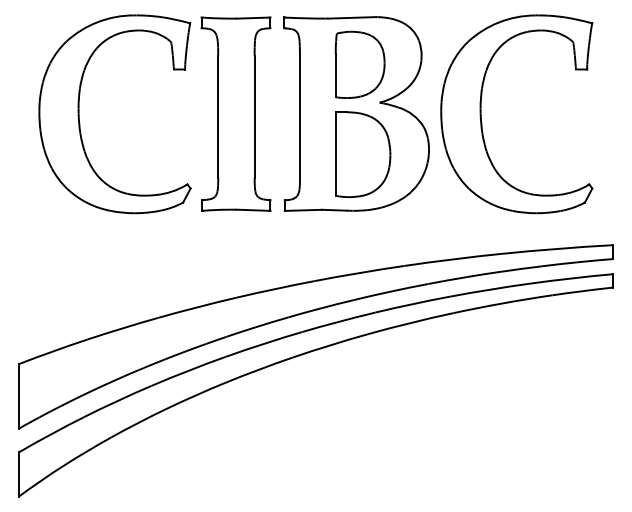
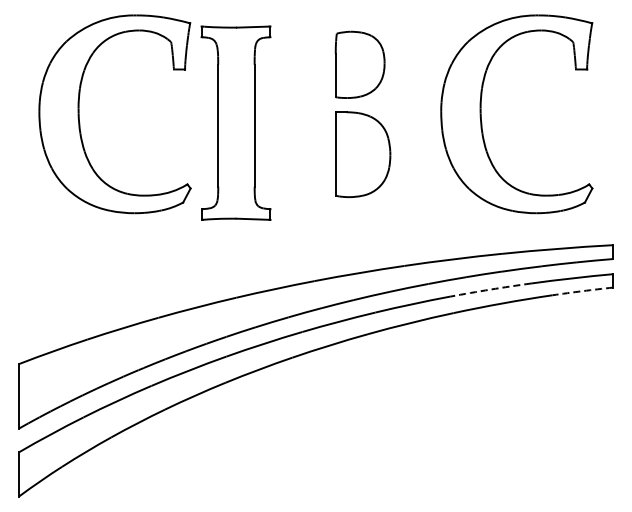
part at (235, 113) position: (235, 113) -> (235, 122)
part at (356, 113): present -> none
arc at (490, 289): solid -> dashed
arc at (582, 291): solid -> dashed
